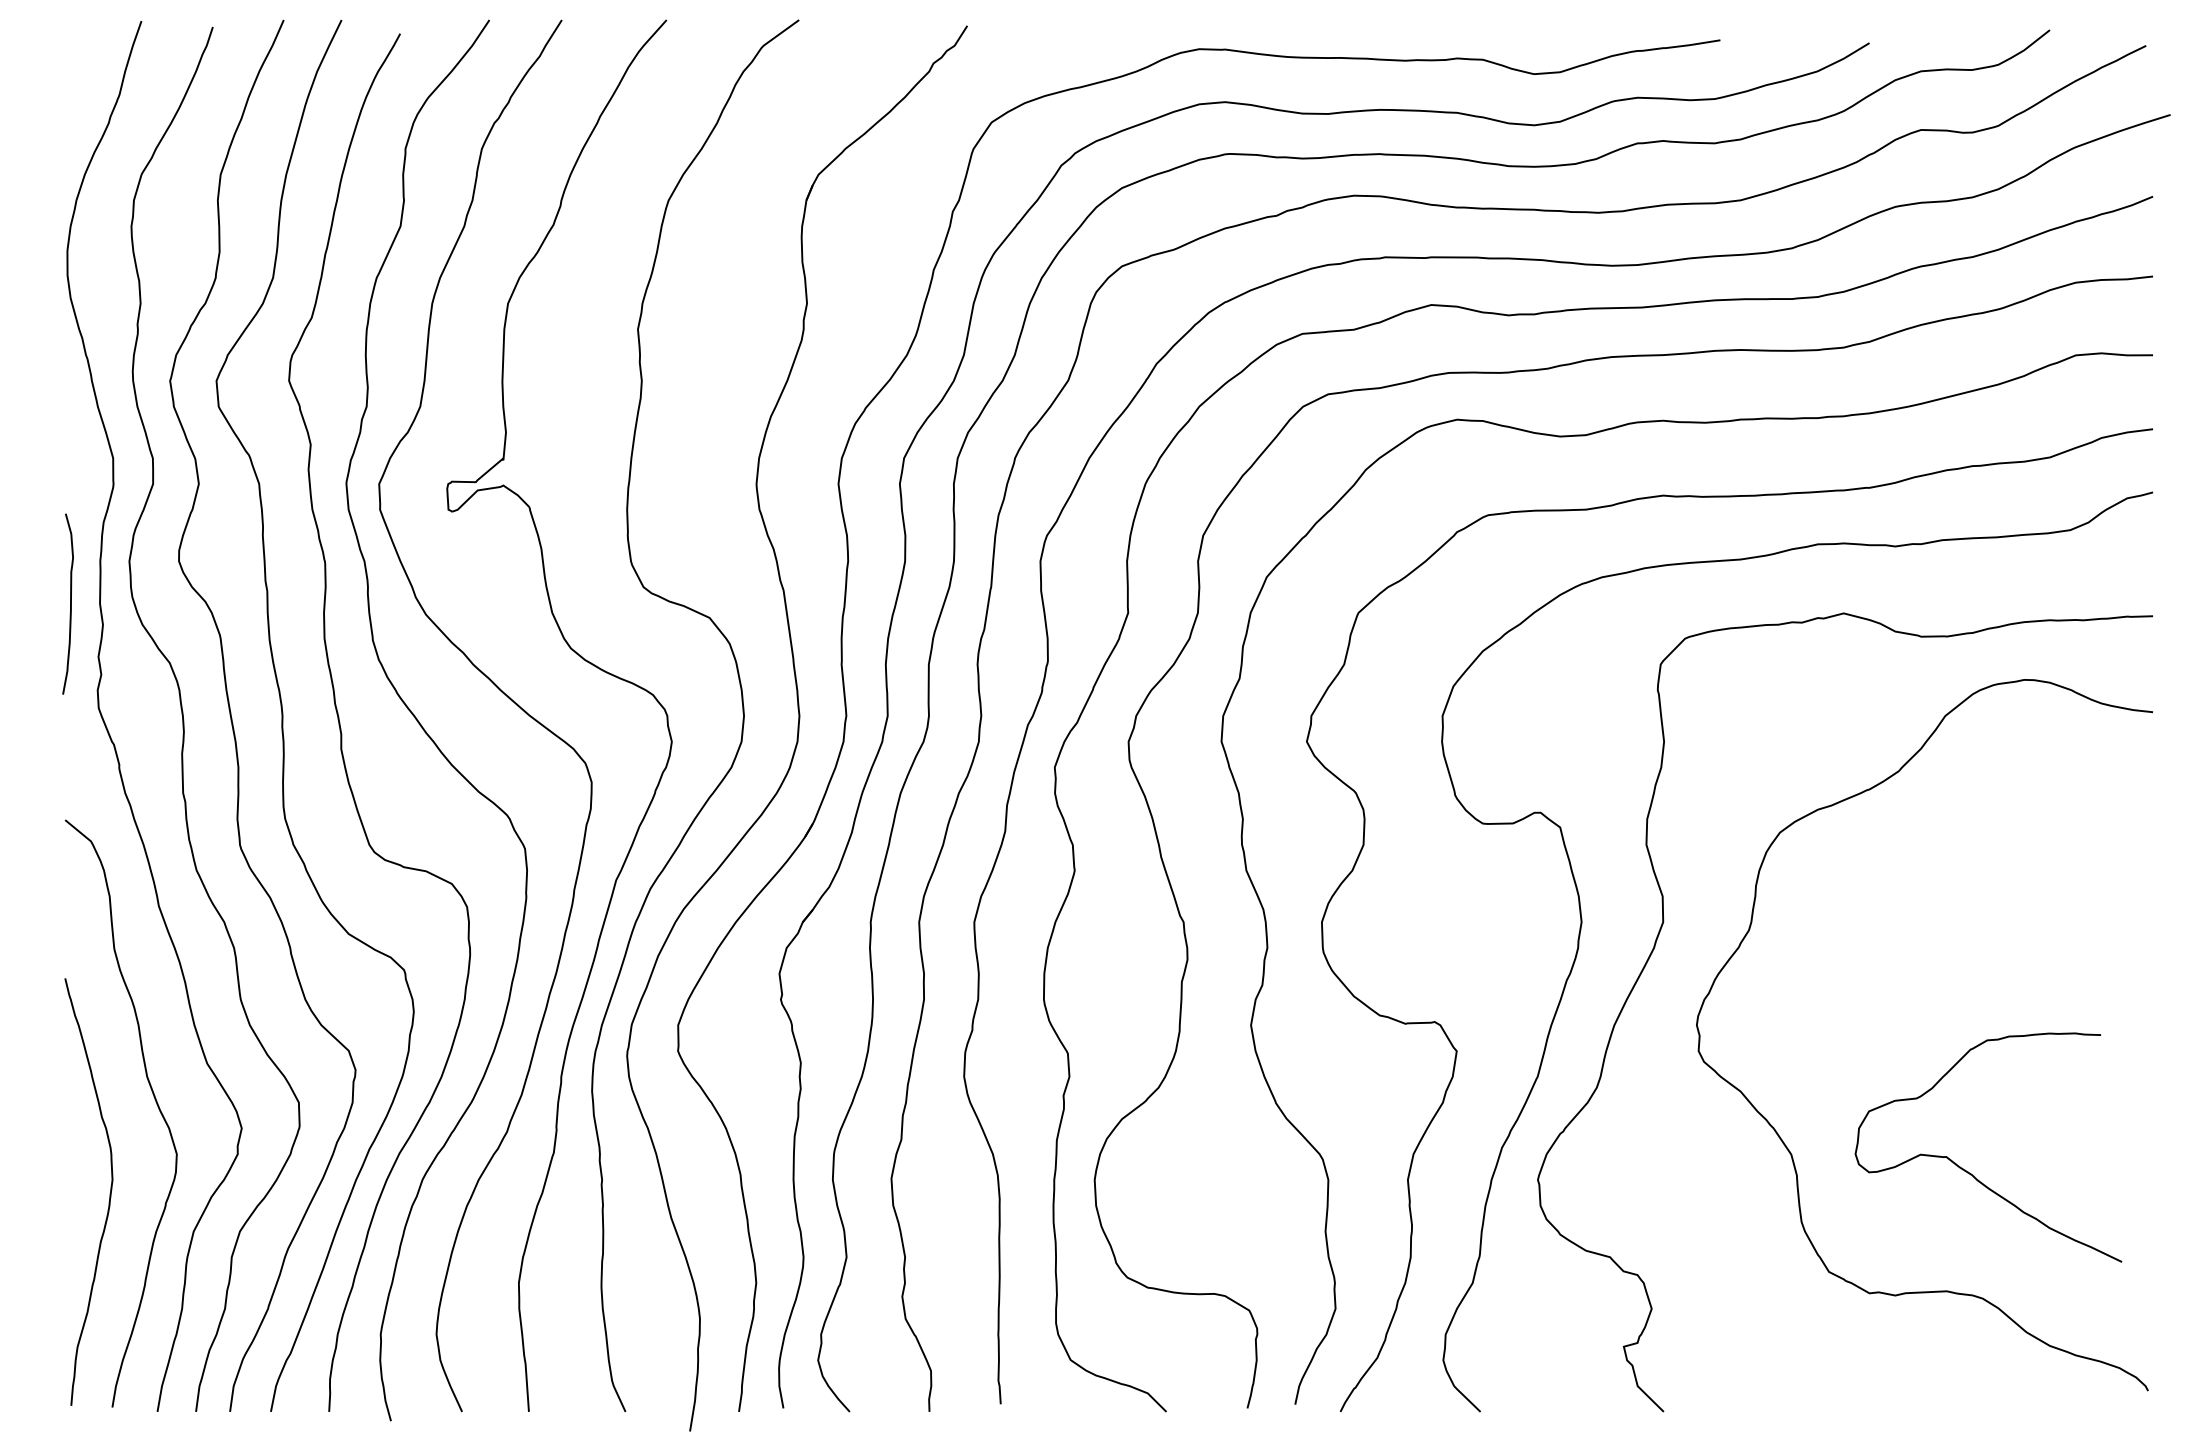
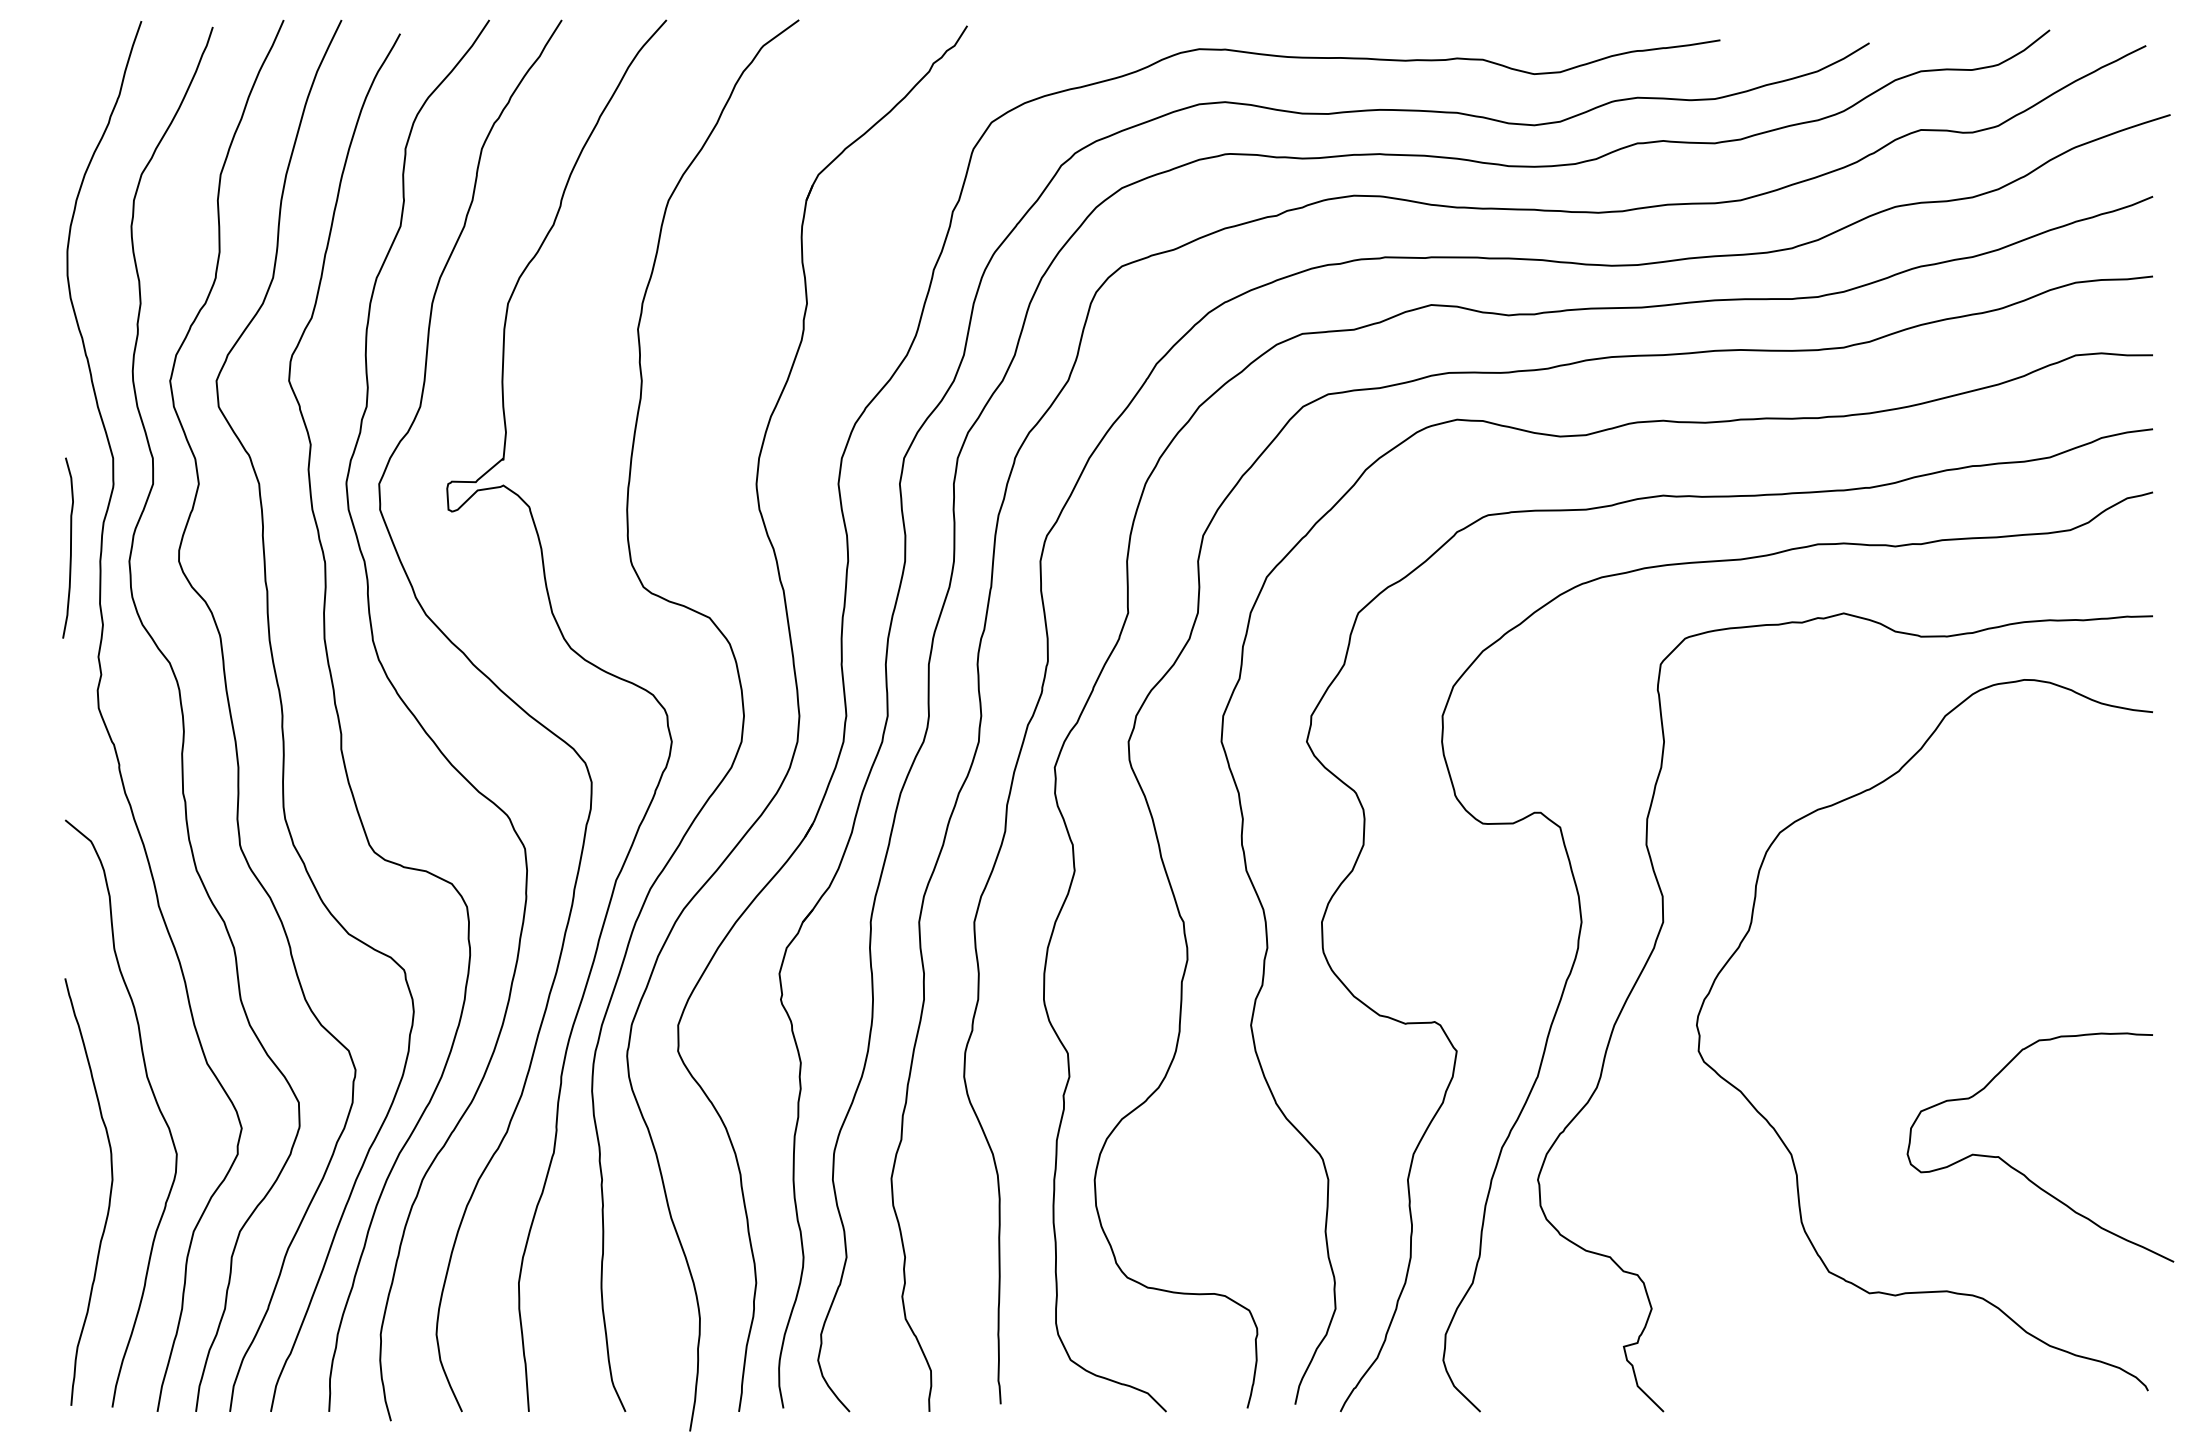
curve at (70, 603) position: (70, 603) -> (70, 547)
curve at (1971, 1173) position: (1971, 1173) -> (2023, 1173)
